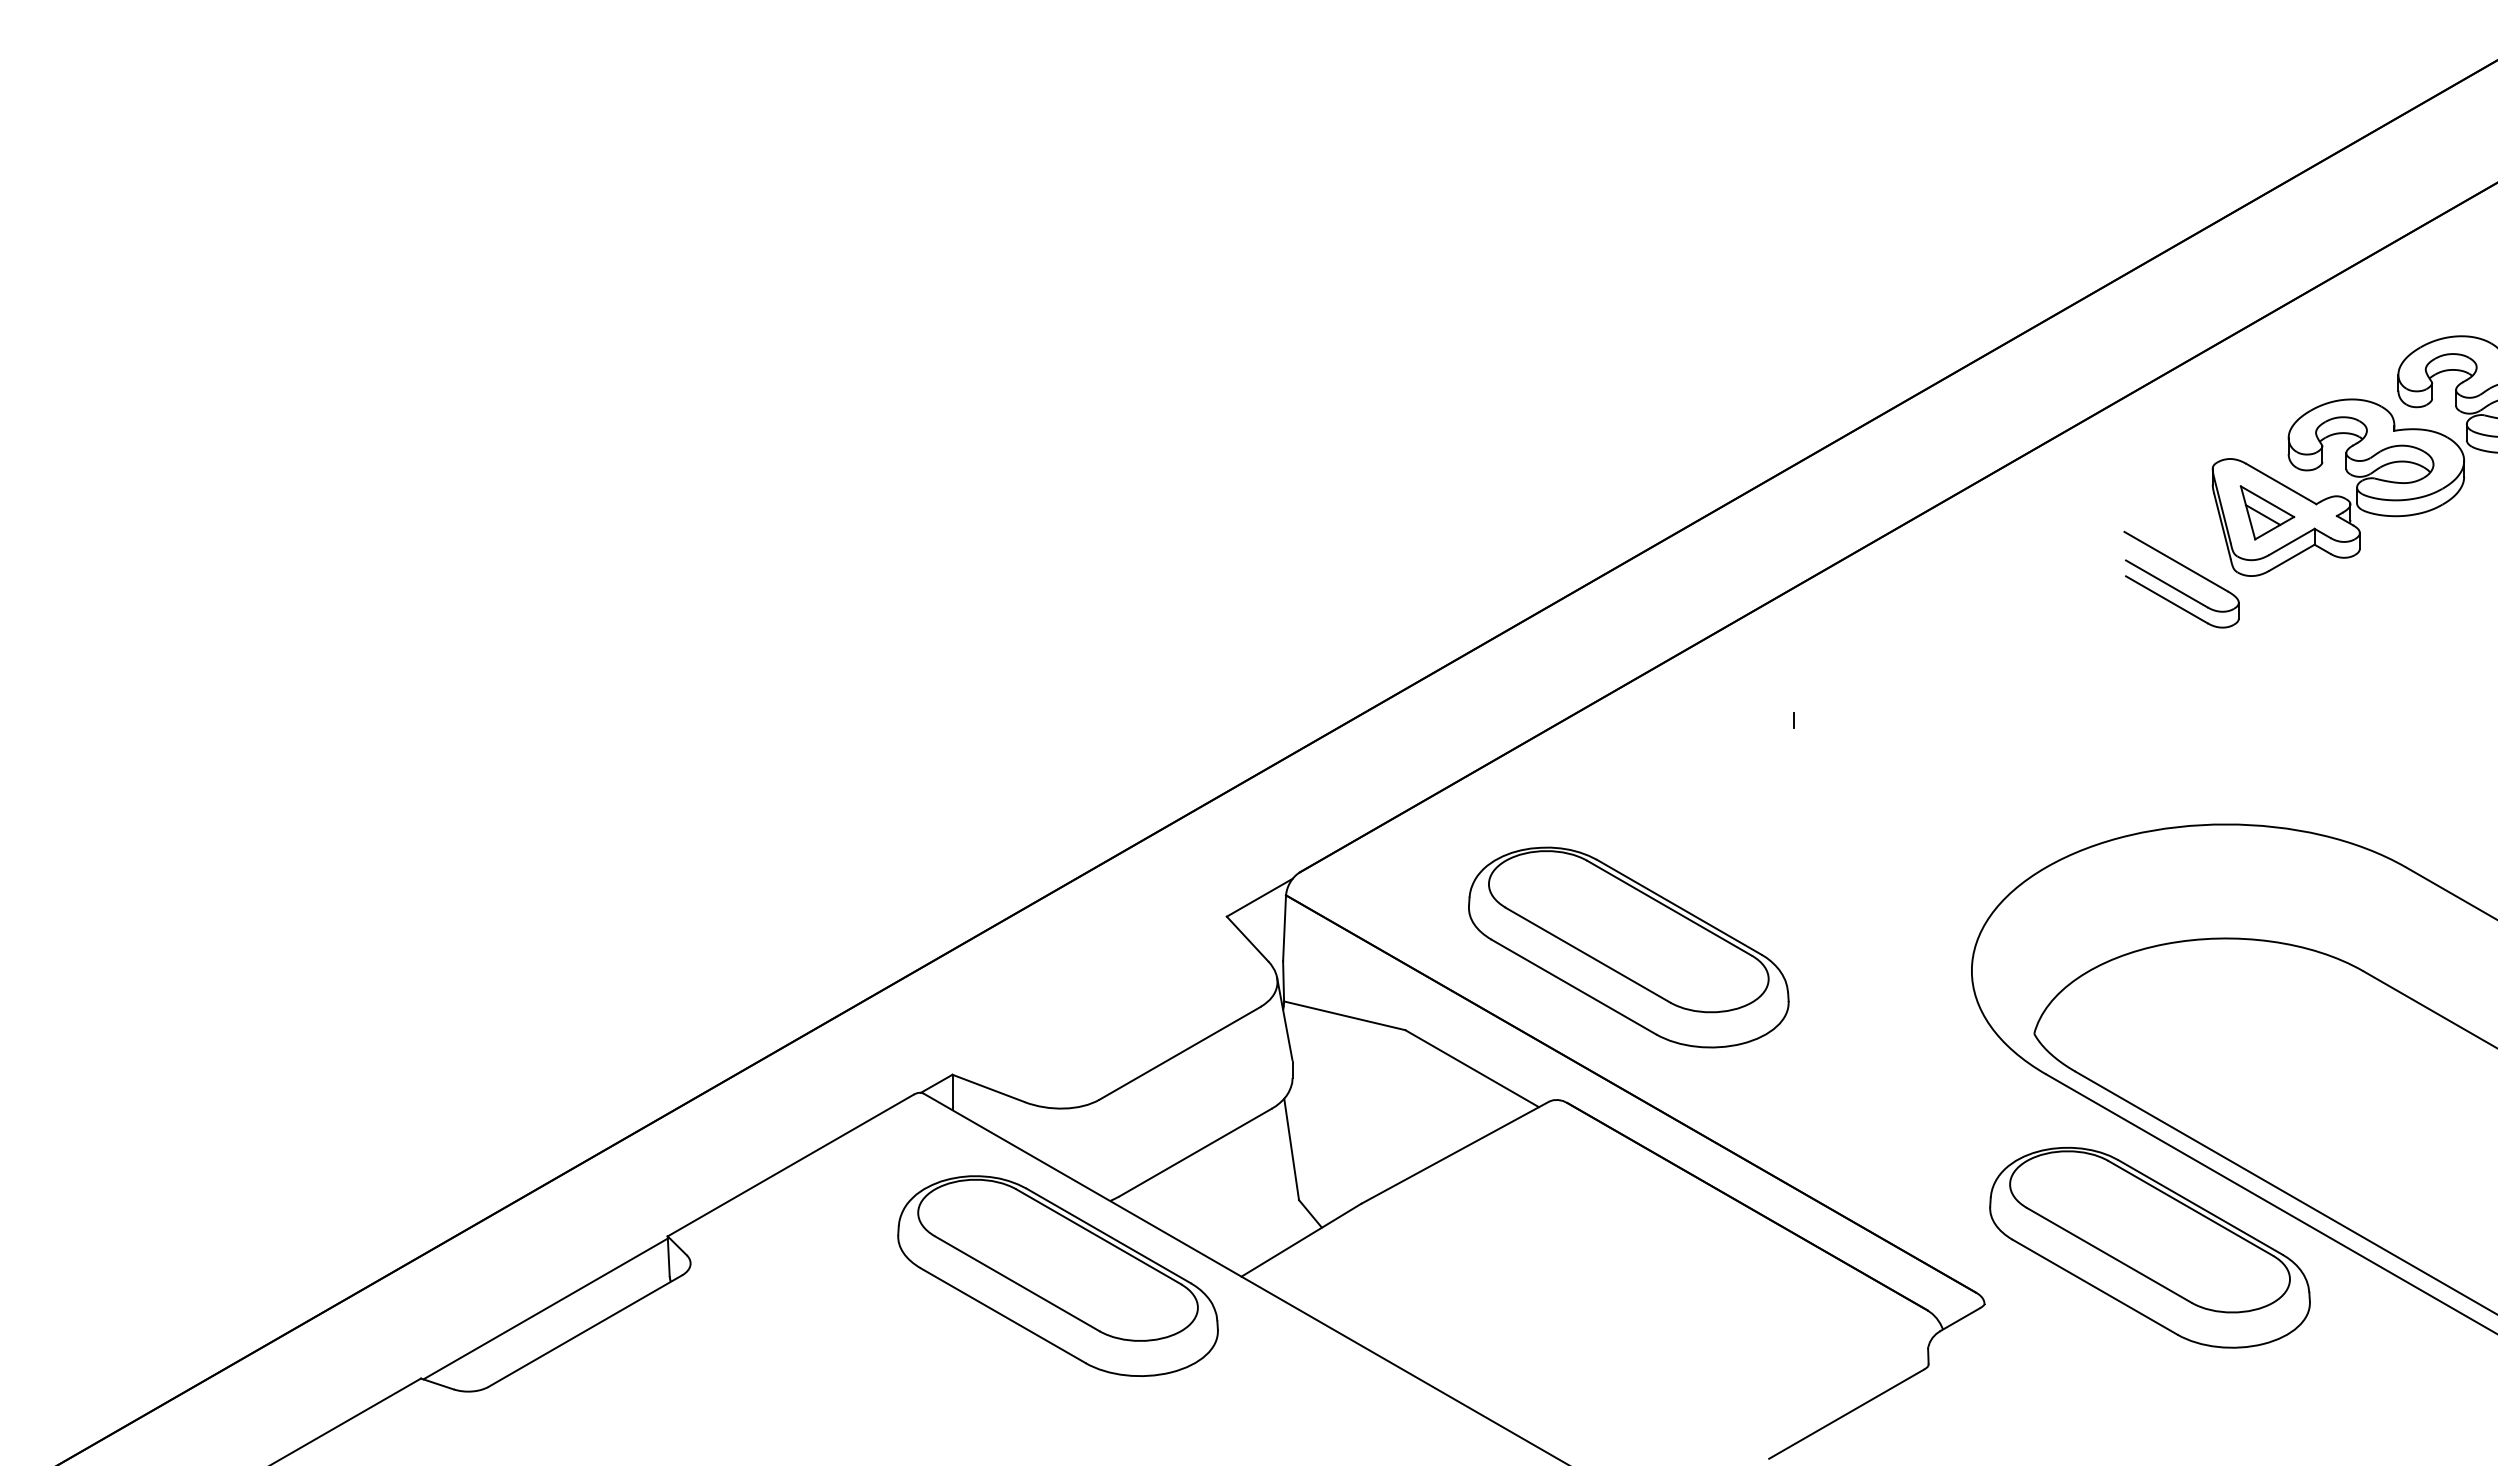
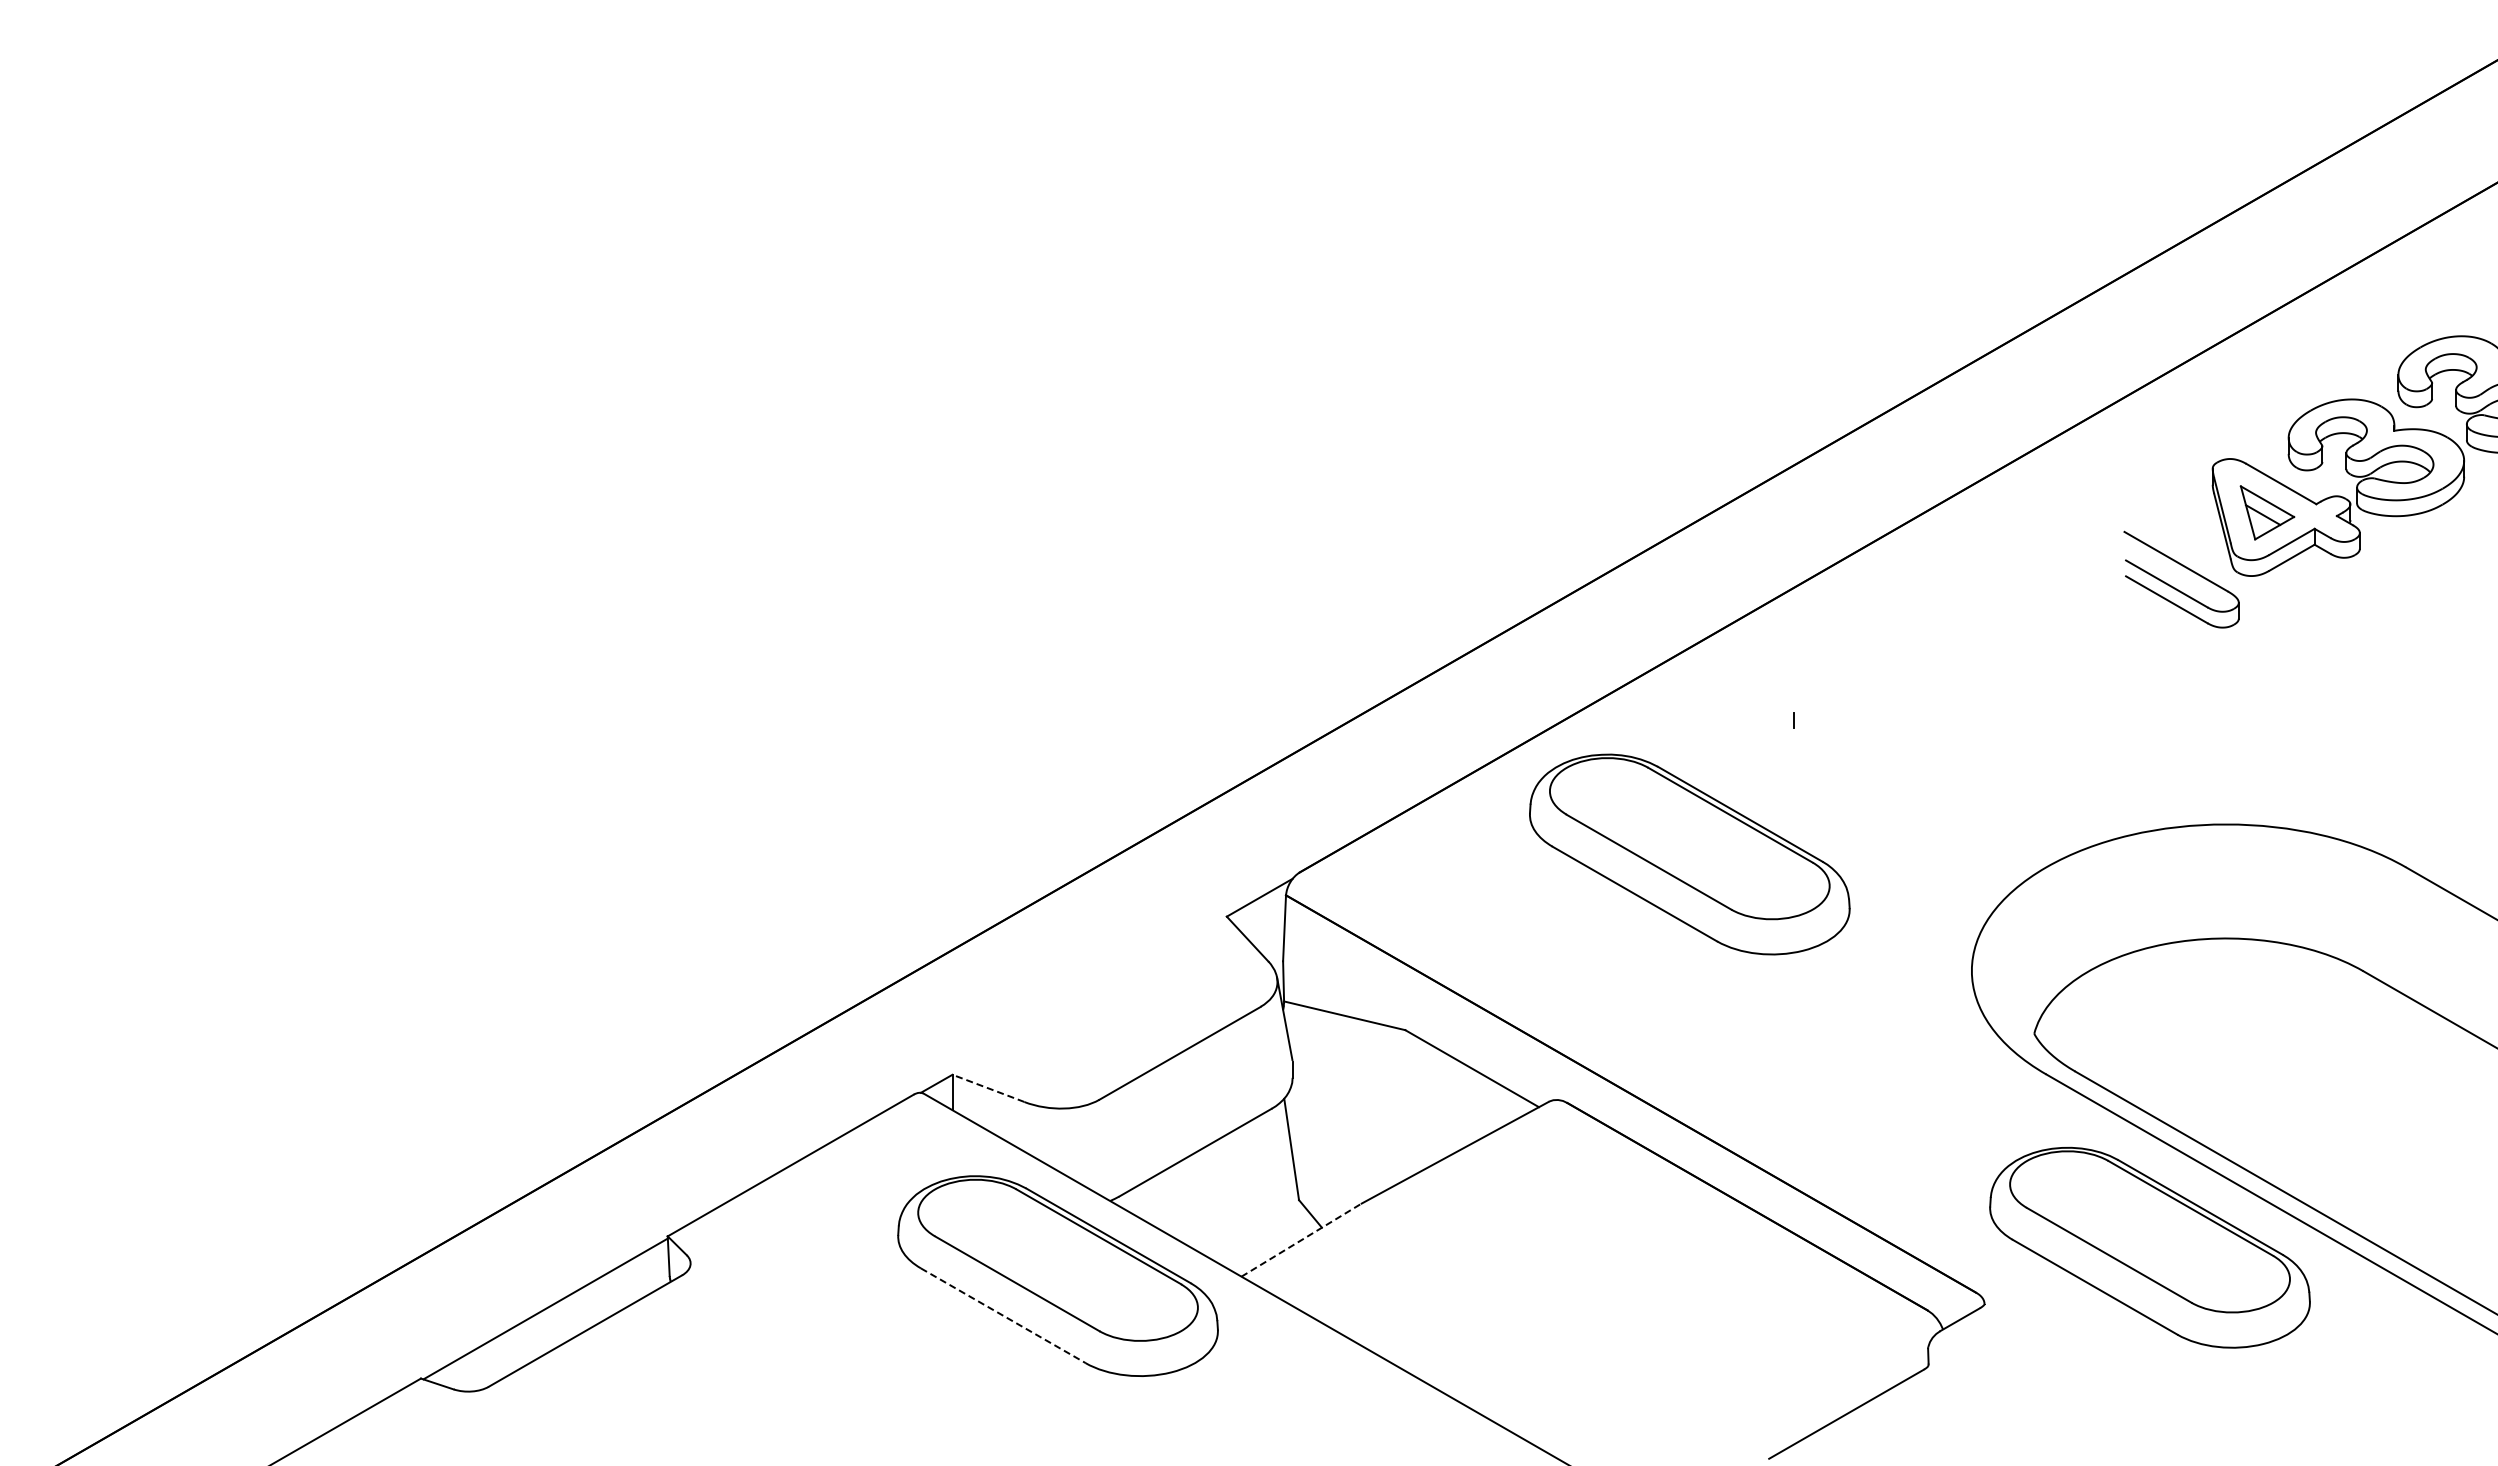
part at (1628, 947) position: (1628, 947) -> (1689, 854)
line at (987, 1088): solid -> dashed
line at (1301, 1240): solid -> dashed
line at (1003, 1315): solid -> dashed
